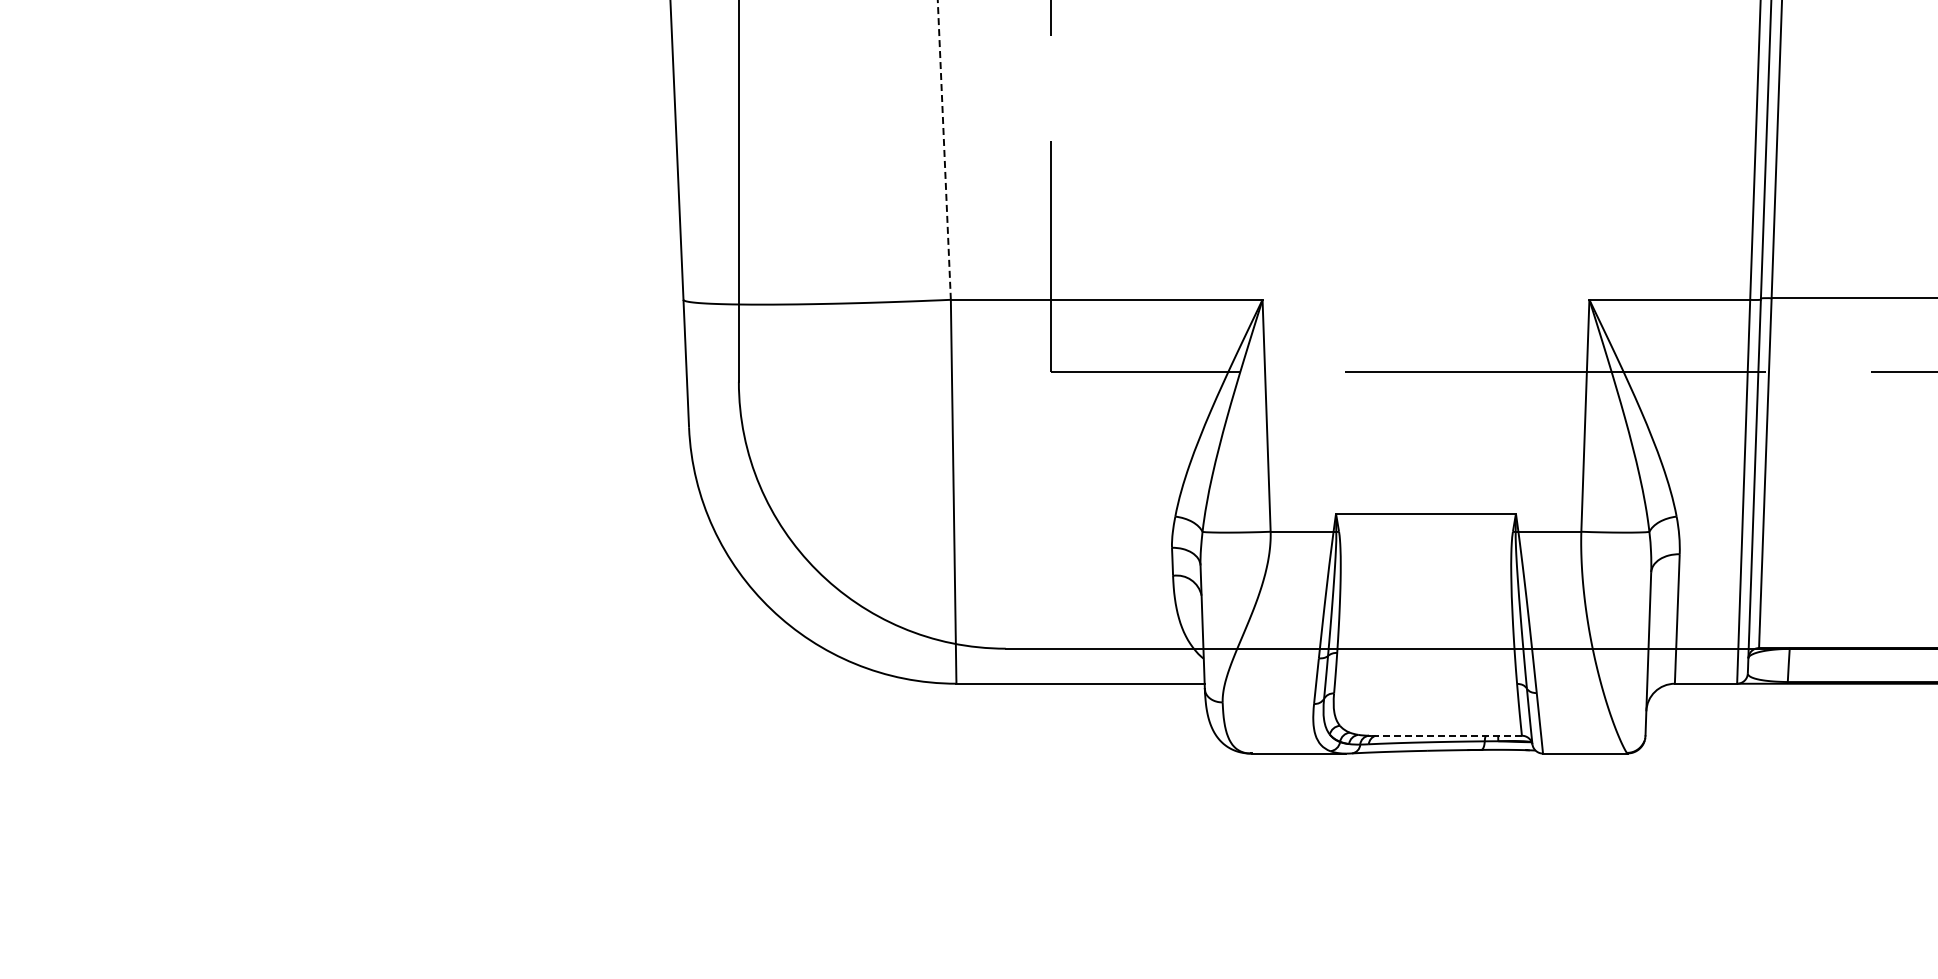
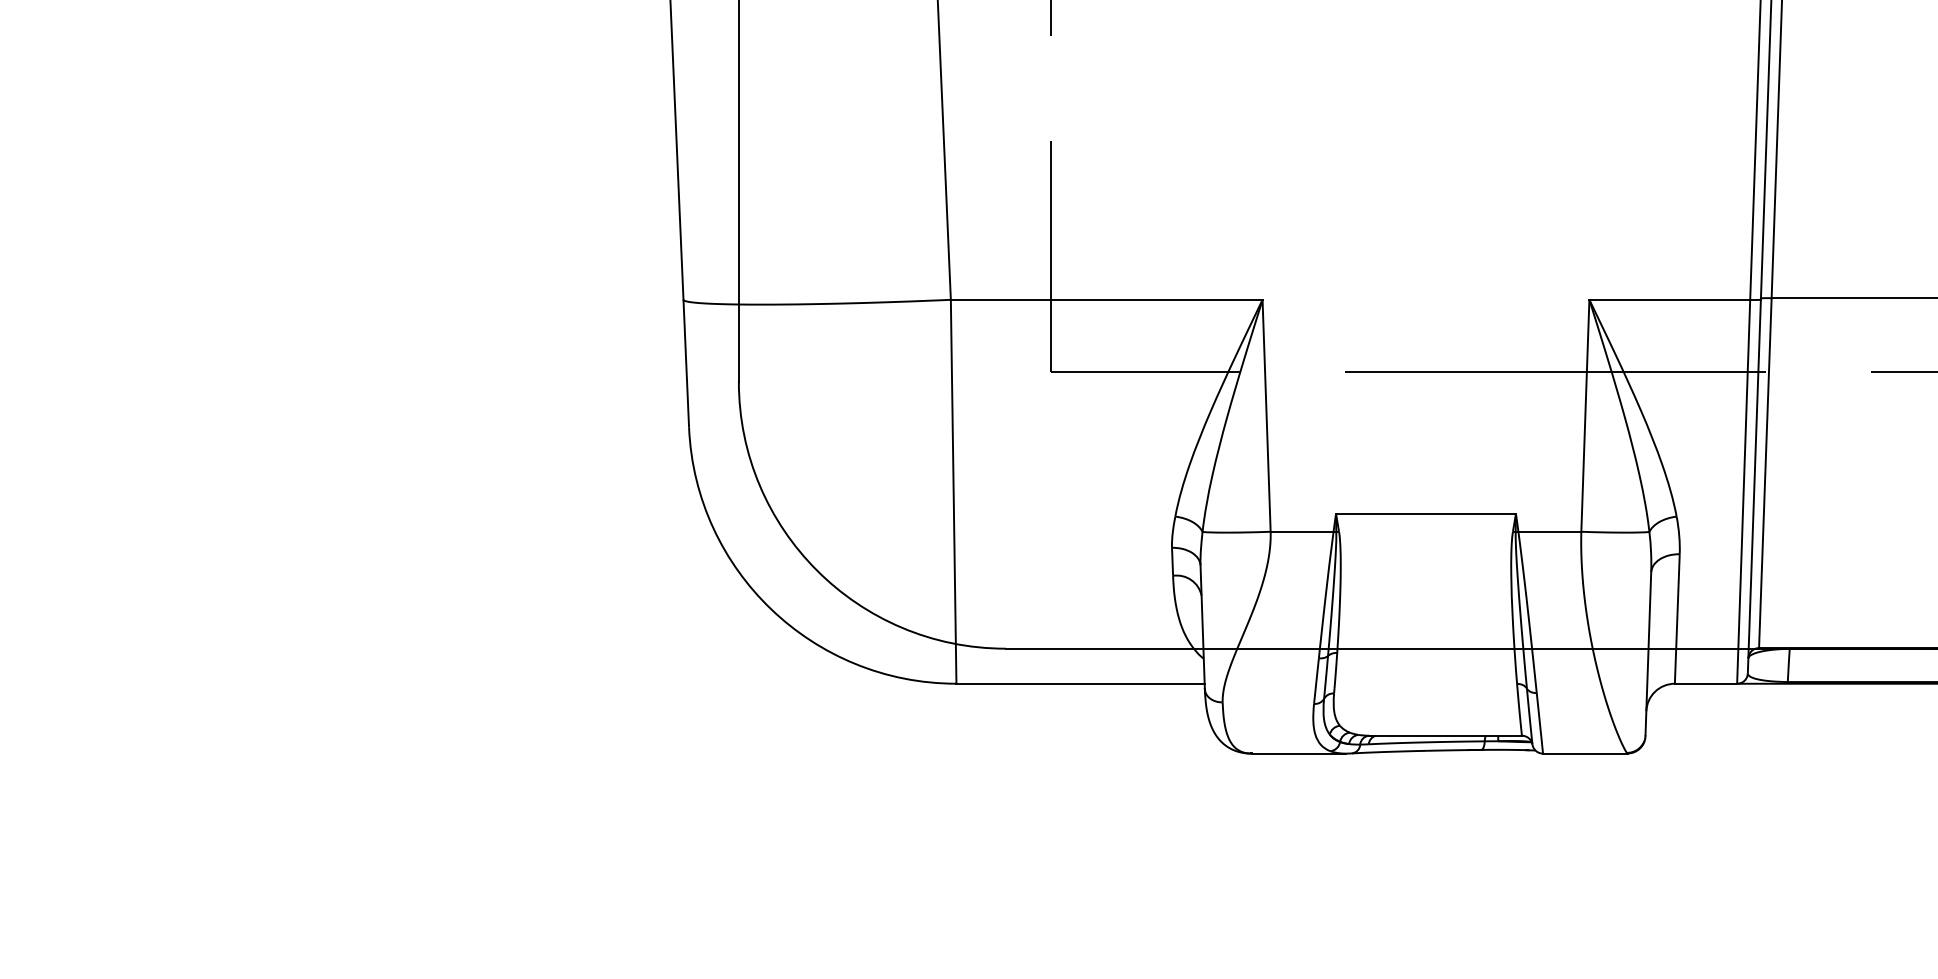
line at (944, 150): dashed -> solid
line at (1446, 735): dashed -> solid
